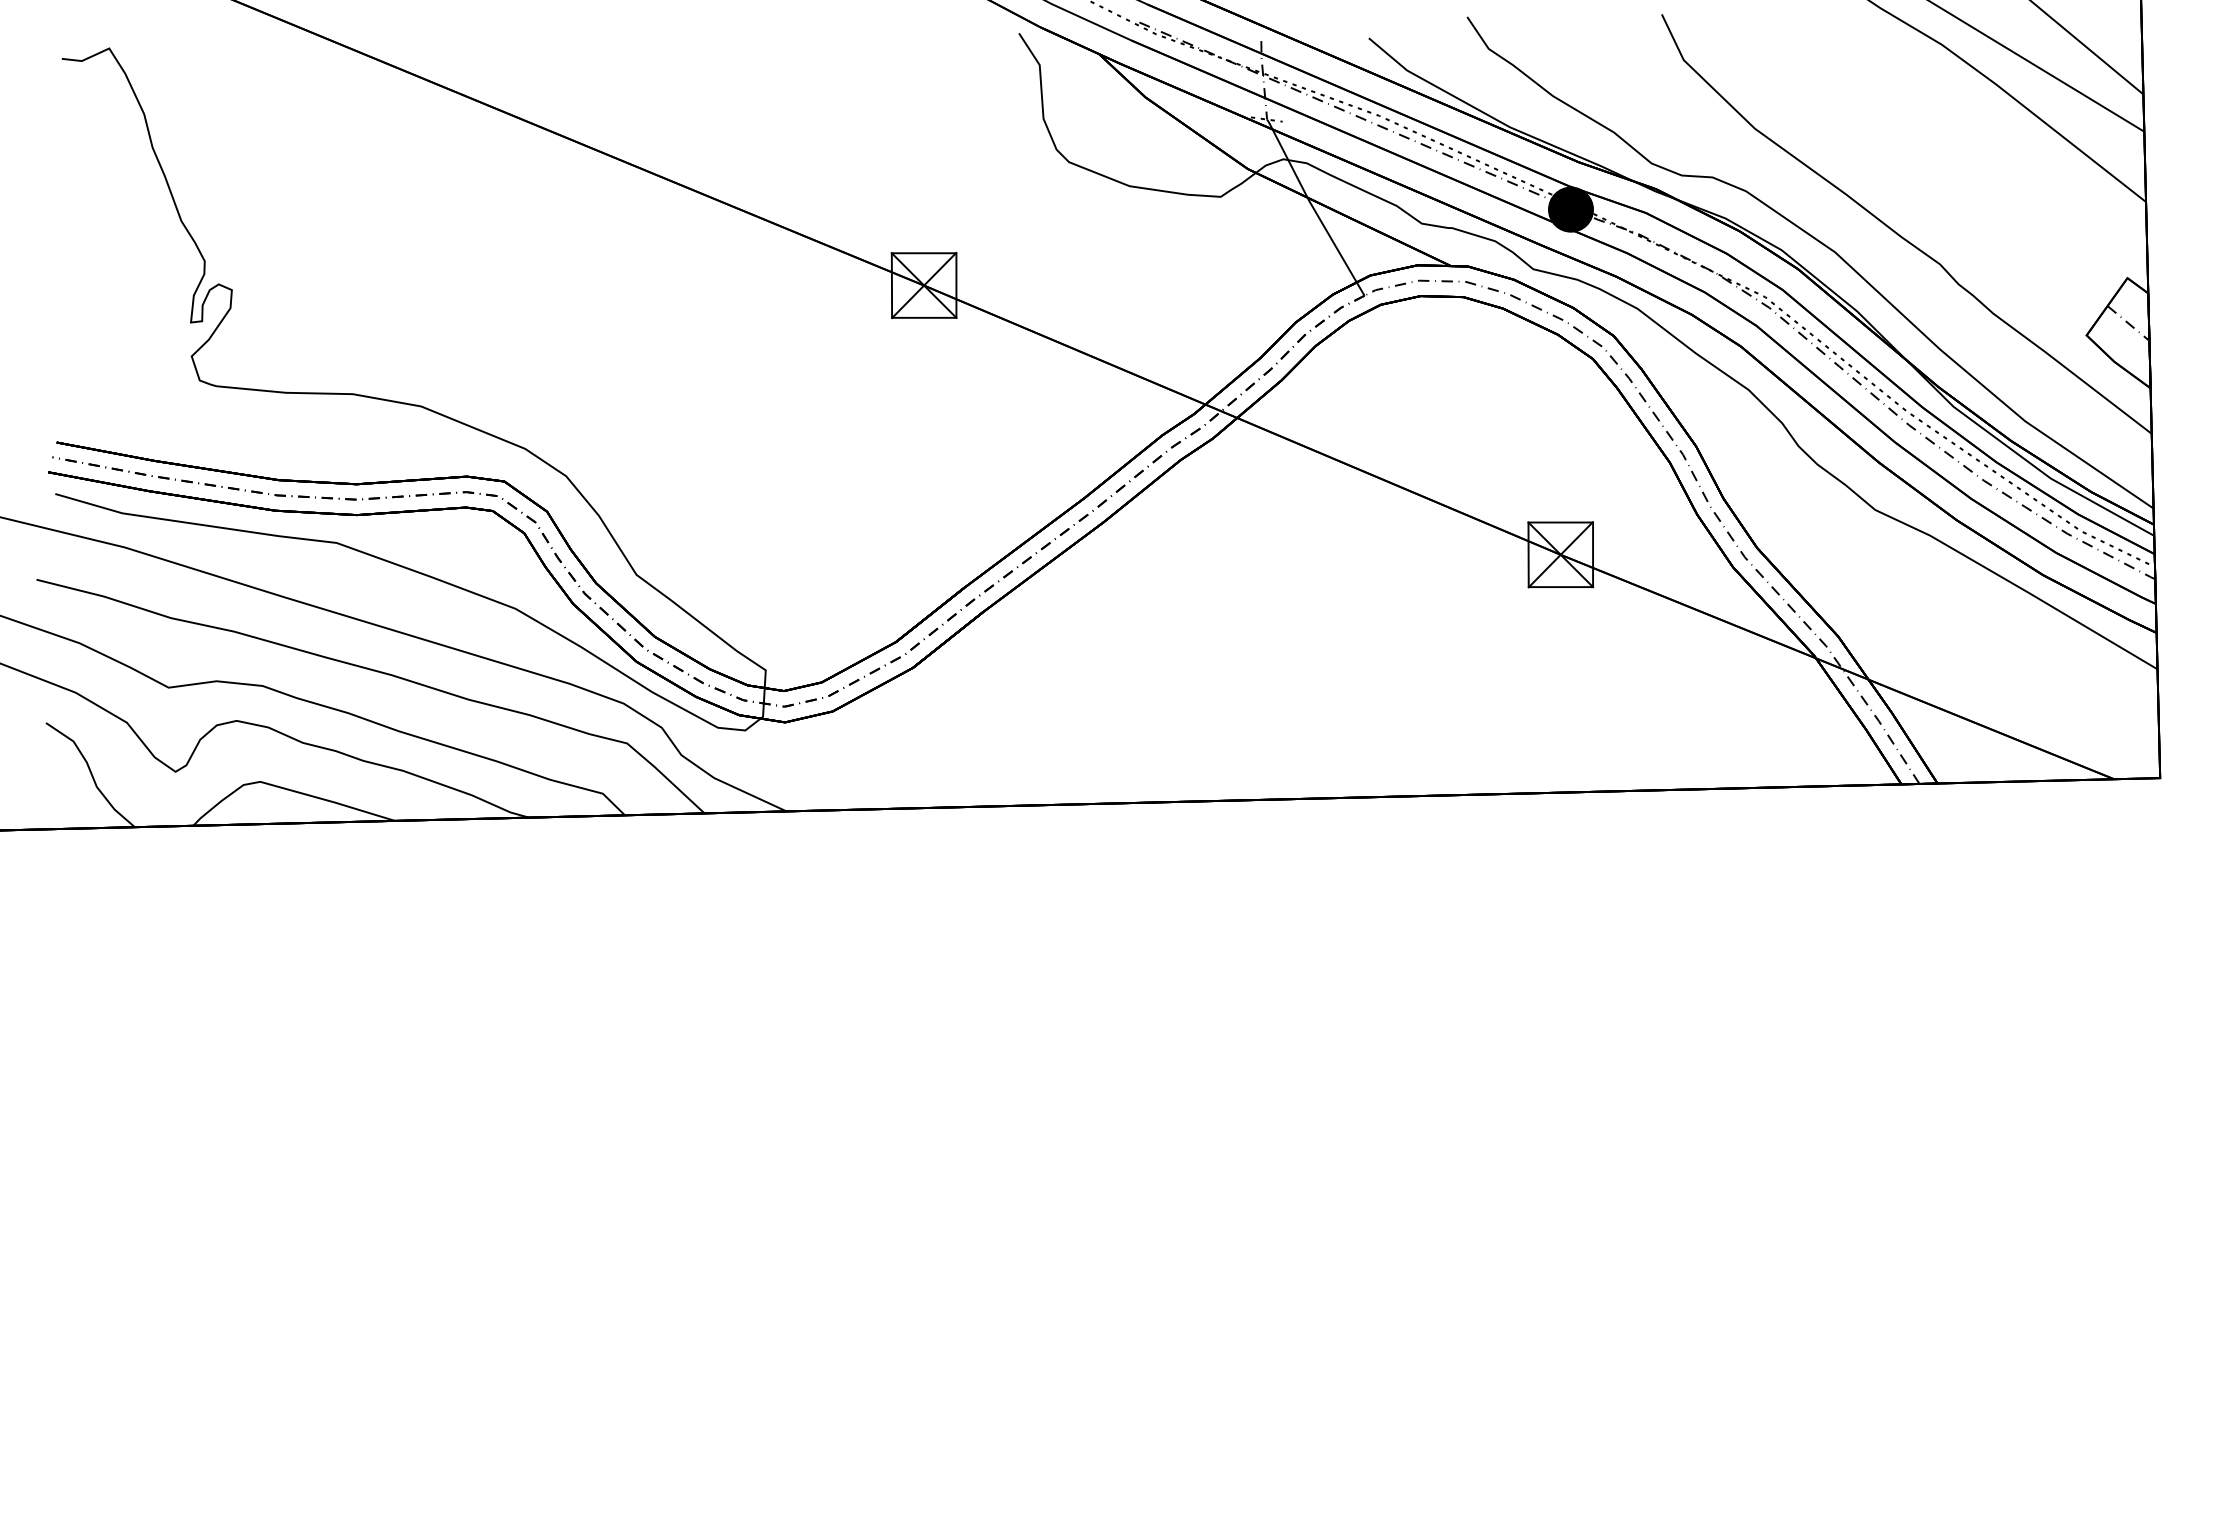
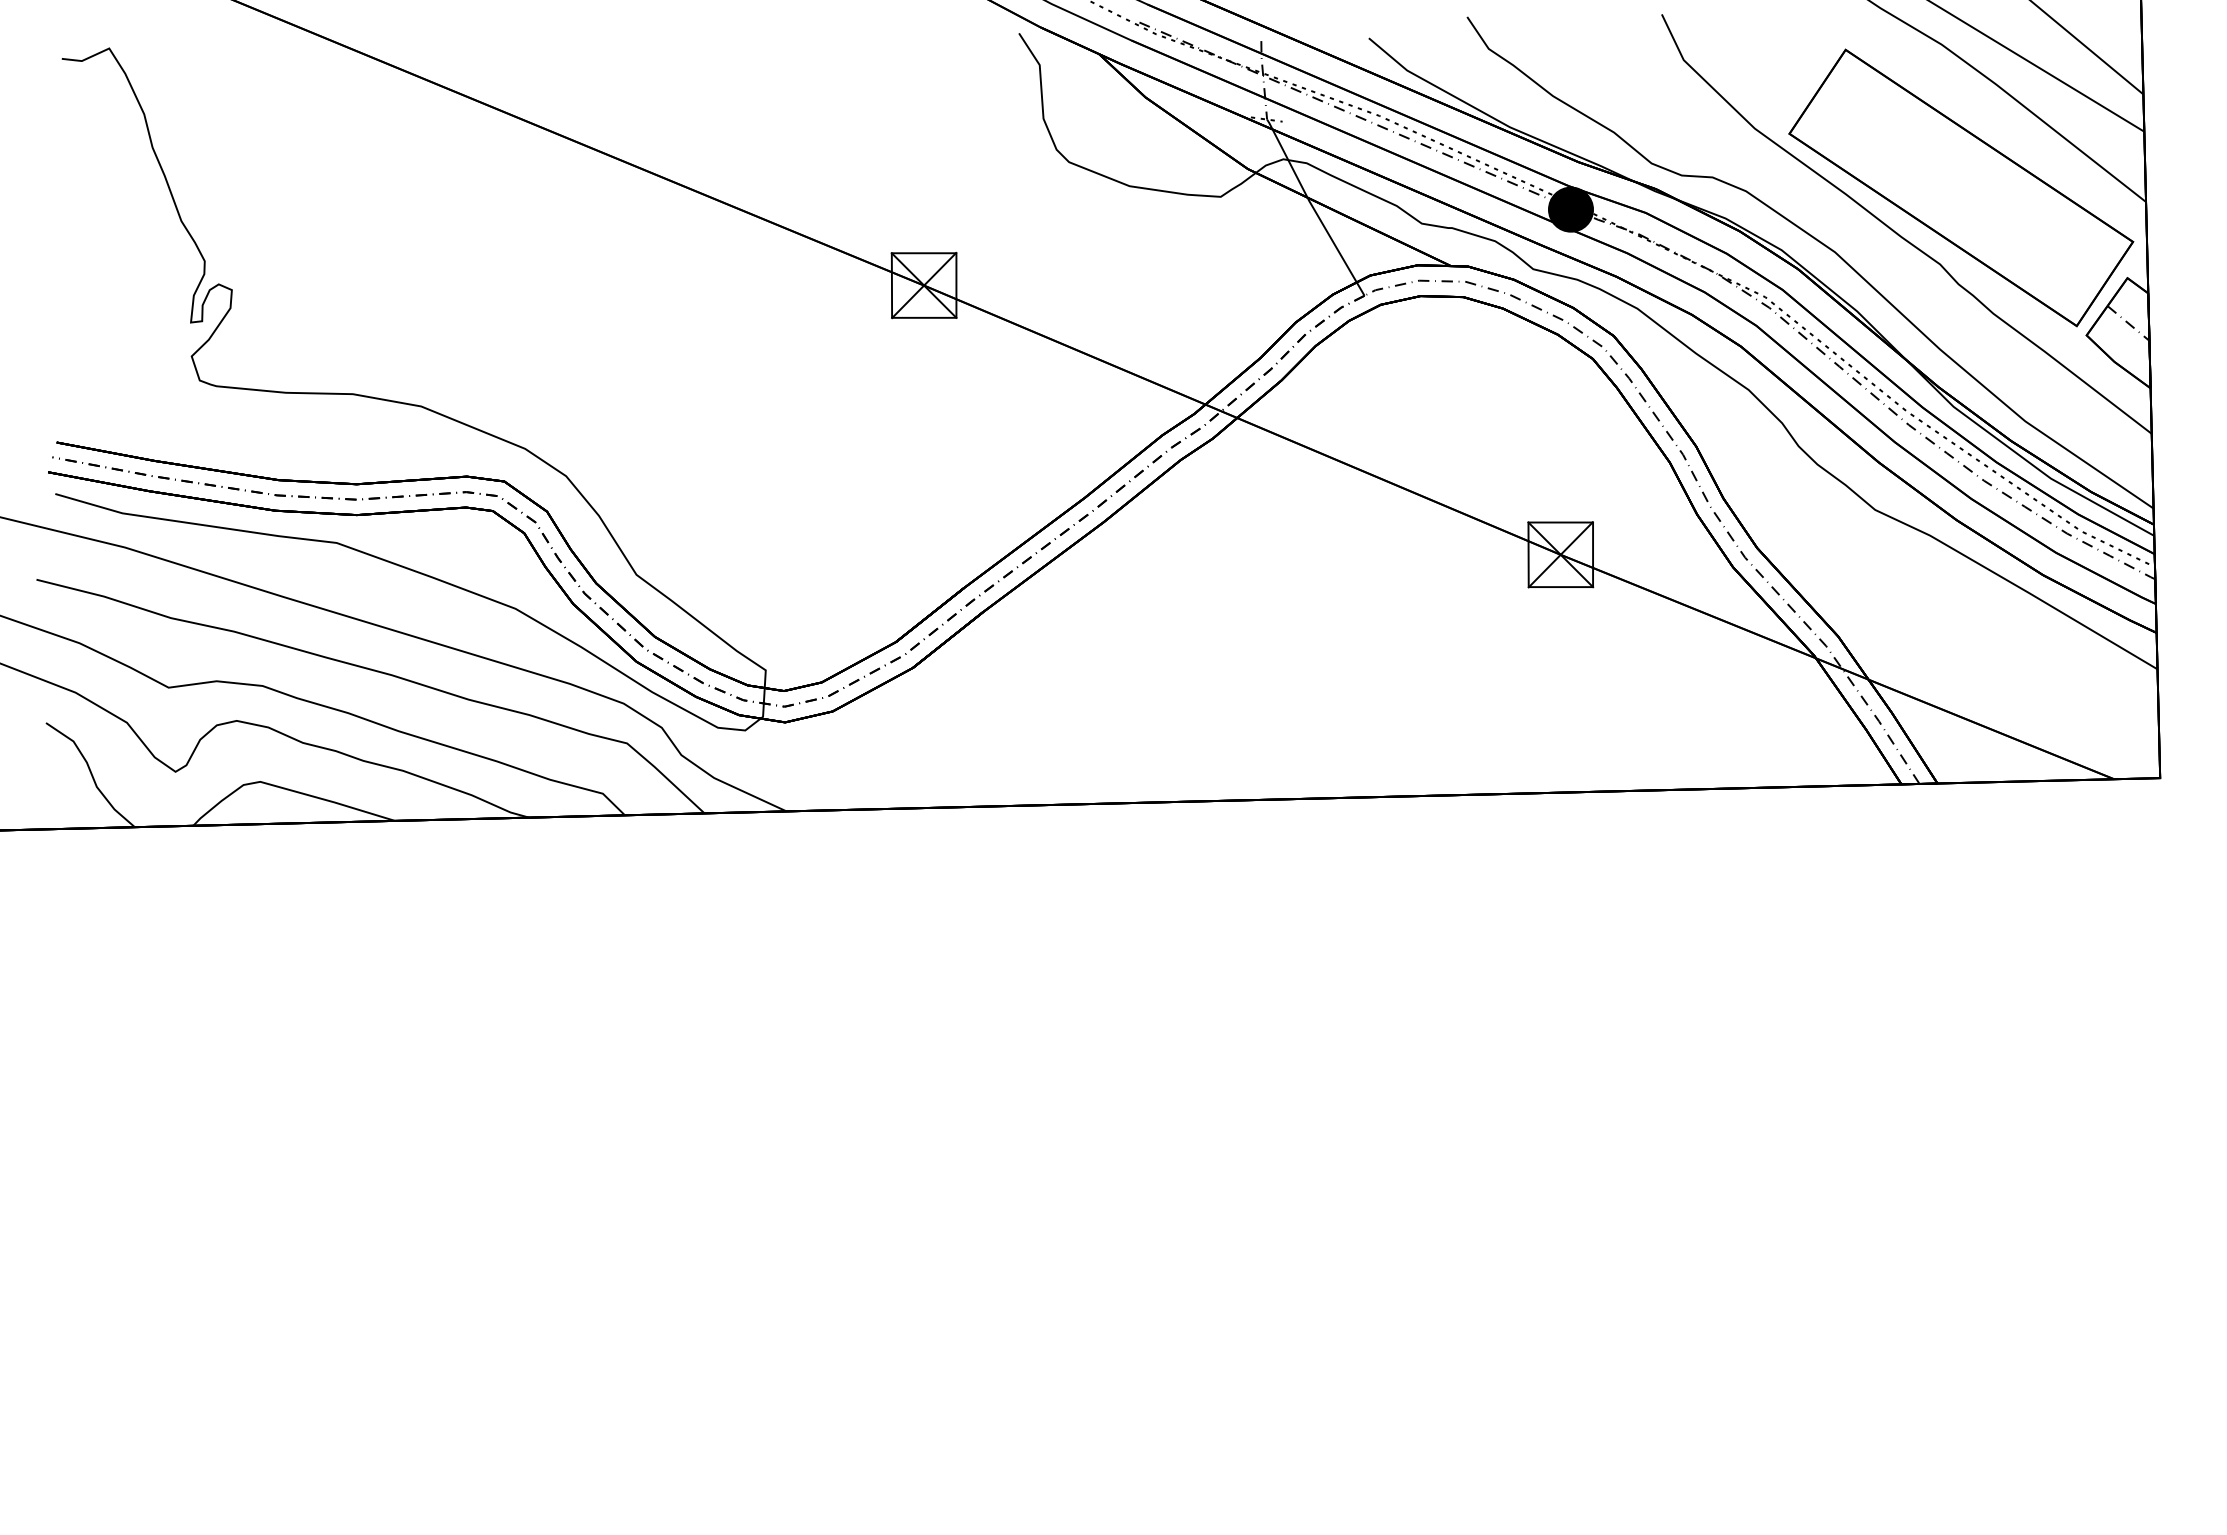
part at (1961, 187): none -> present
